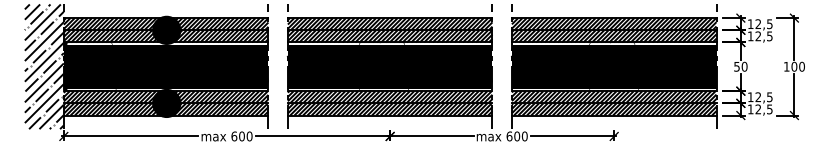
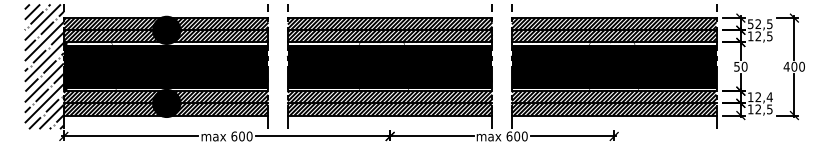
text at (750, 24): 12,5 -> 52,5
text at (786, 66): 100 -> 400
text at (769, 97): 12,5 -> 12,4
